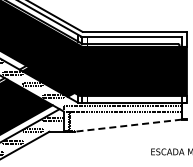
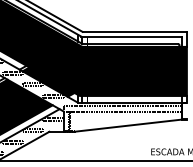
line at (127, 125): dashed -> solid
line at (95, 160): none -> present
